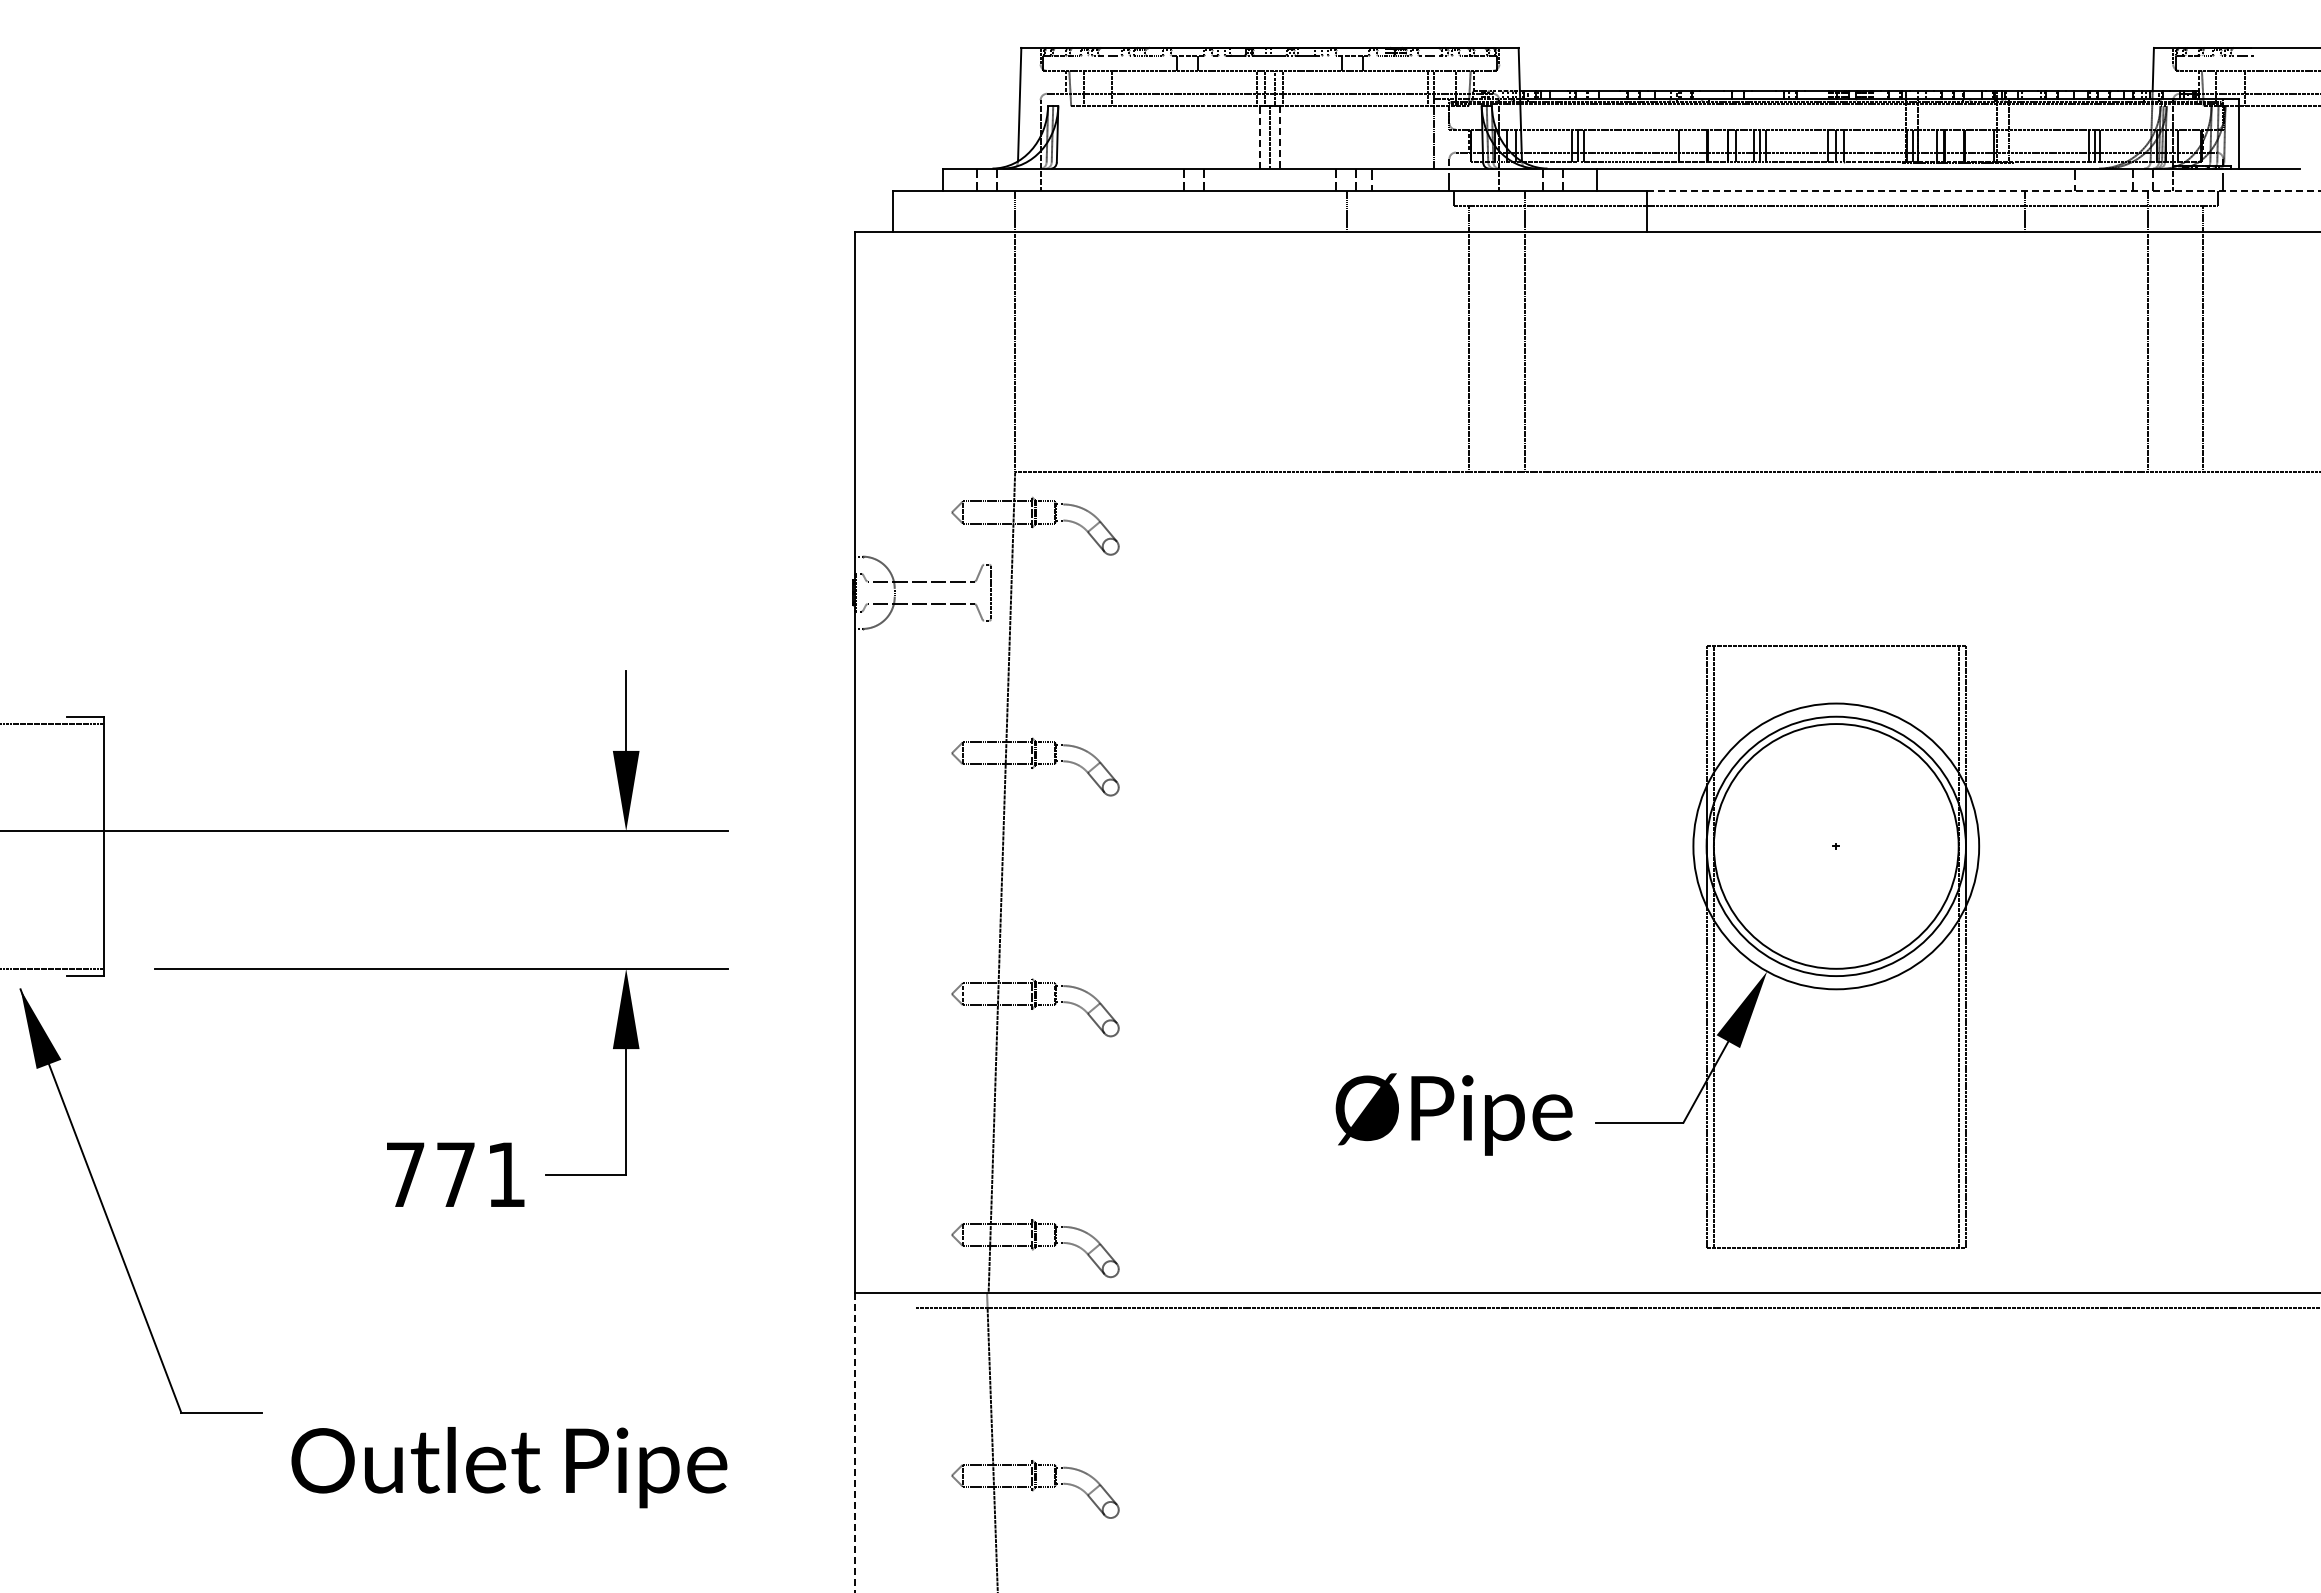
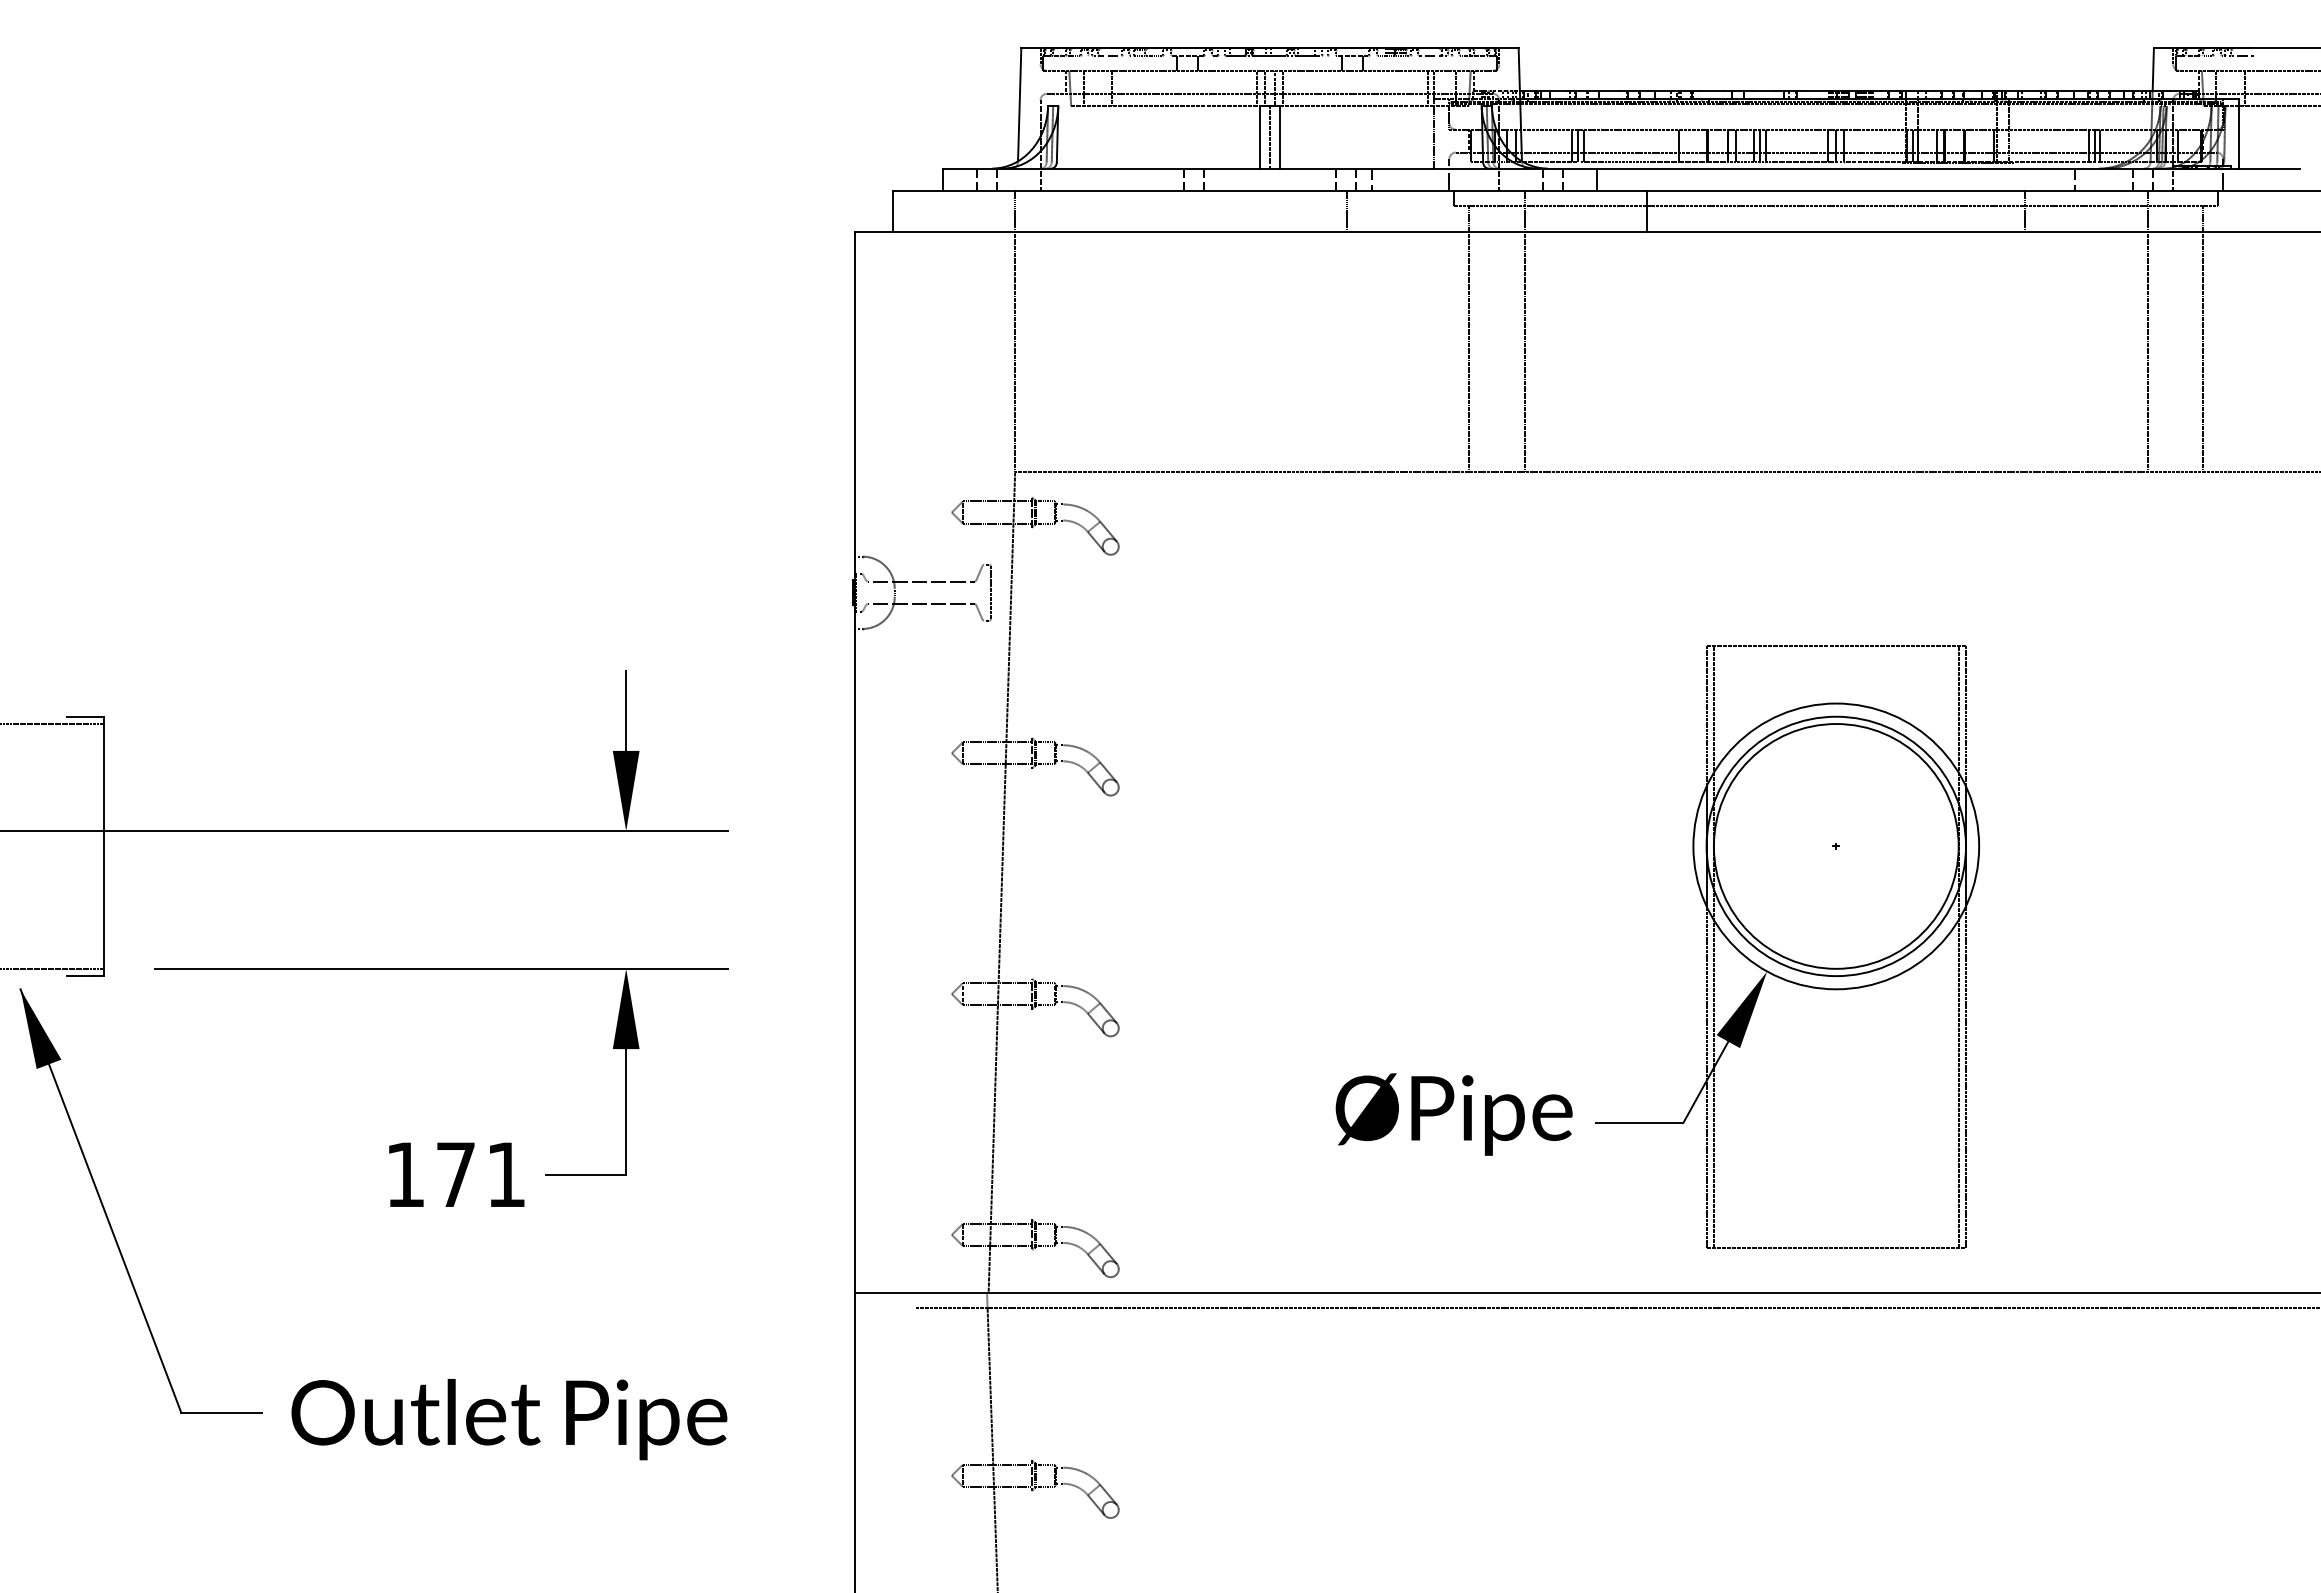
line at (1259, 136): dashed -> solid
line at (1280, 137): dashed -> solid
line at (1983, 190): dashed -> solid
text at (405, 1174): 771 -> 171
line at (854, 1442): dashed -> solid
text at (509, 1467) position: (509, 1467) -> (509, 1419)
